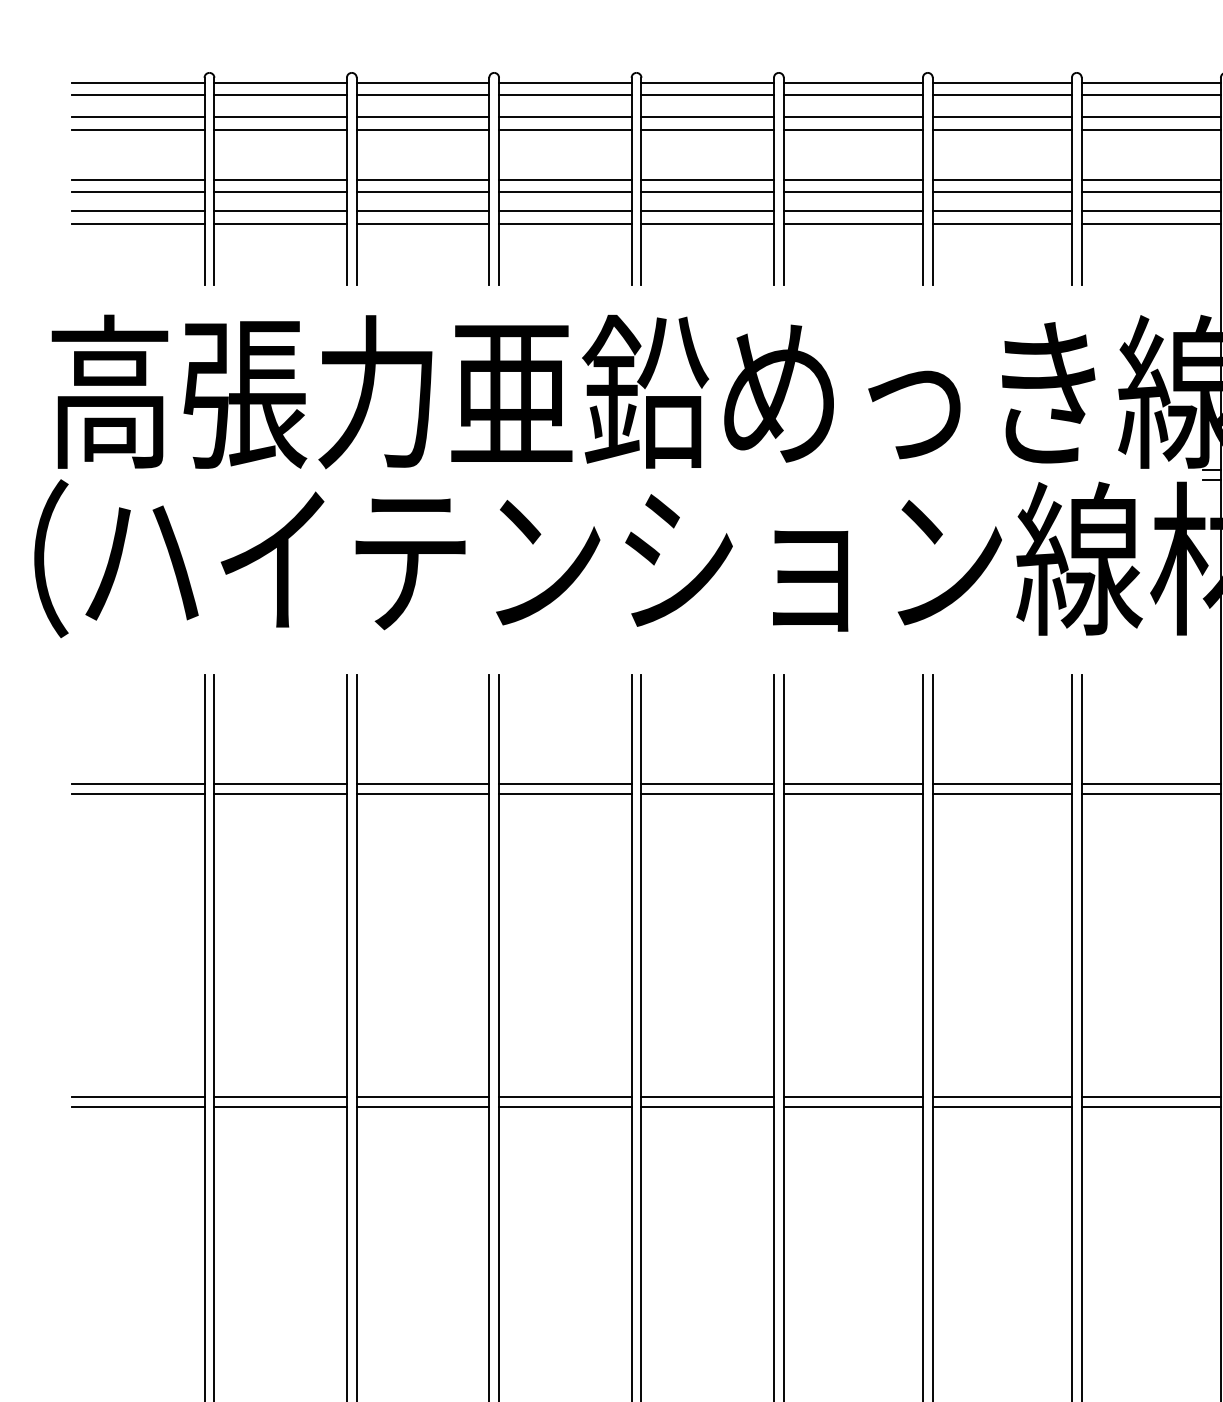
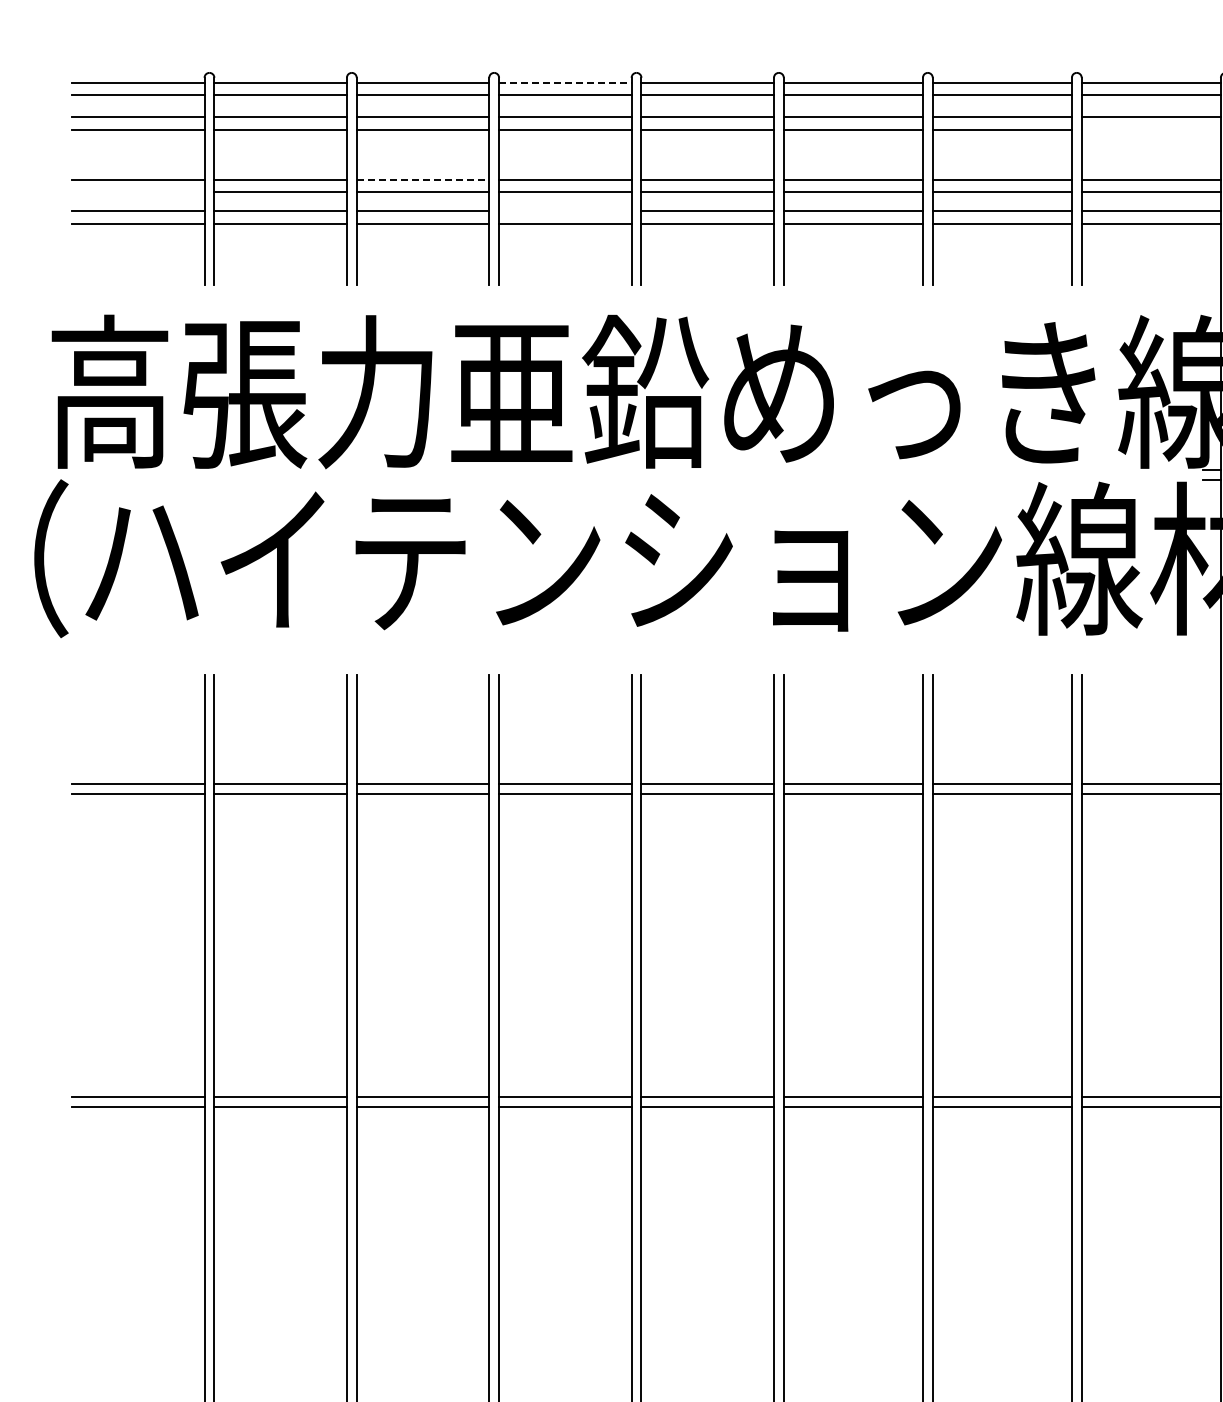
line at (565, 82): solid -> dashed
line at (1150, 129): present -> none
line at (423, 179): solid -> dashed
line at (138, 191): present -> none
line at (565, 211): present -> none
